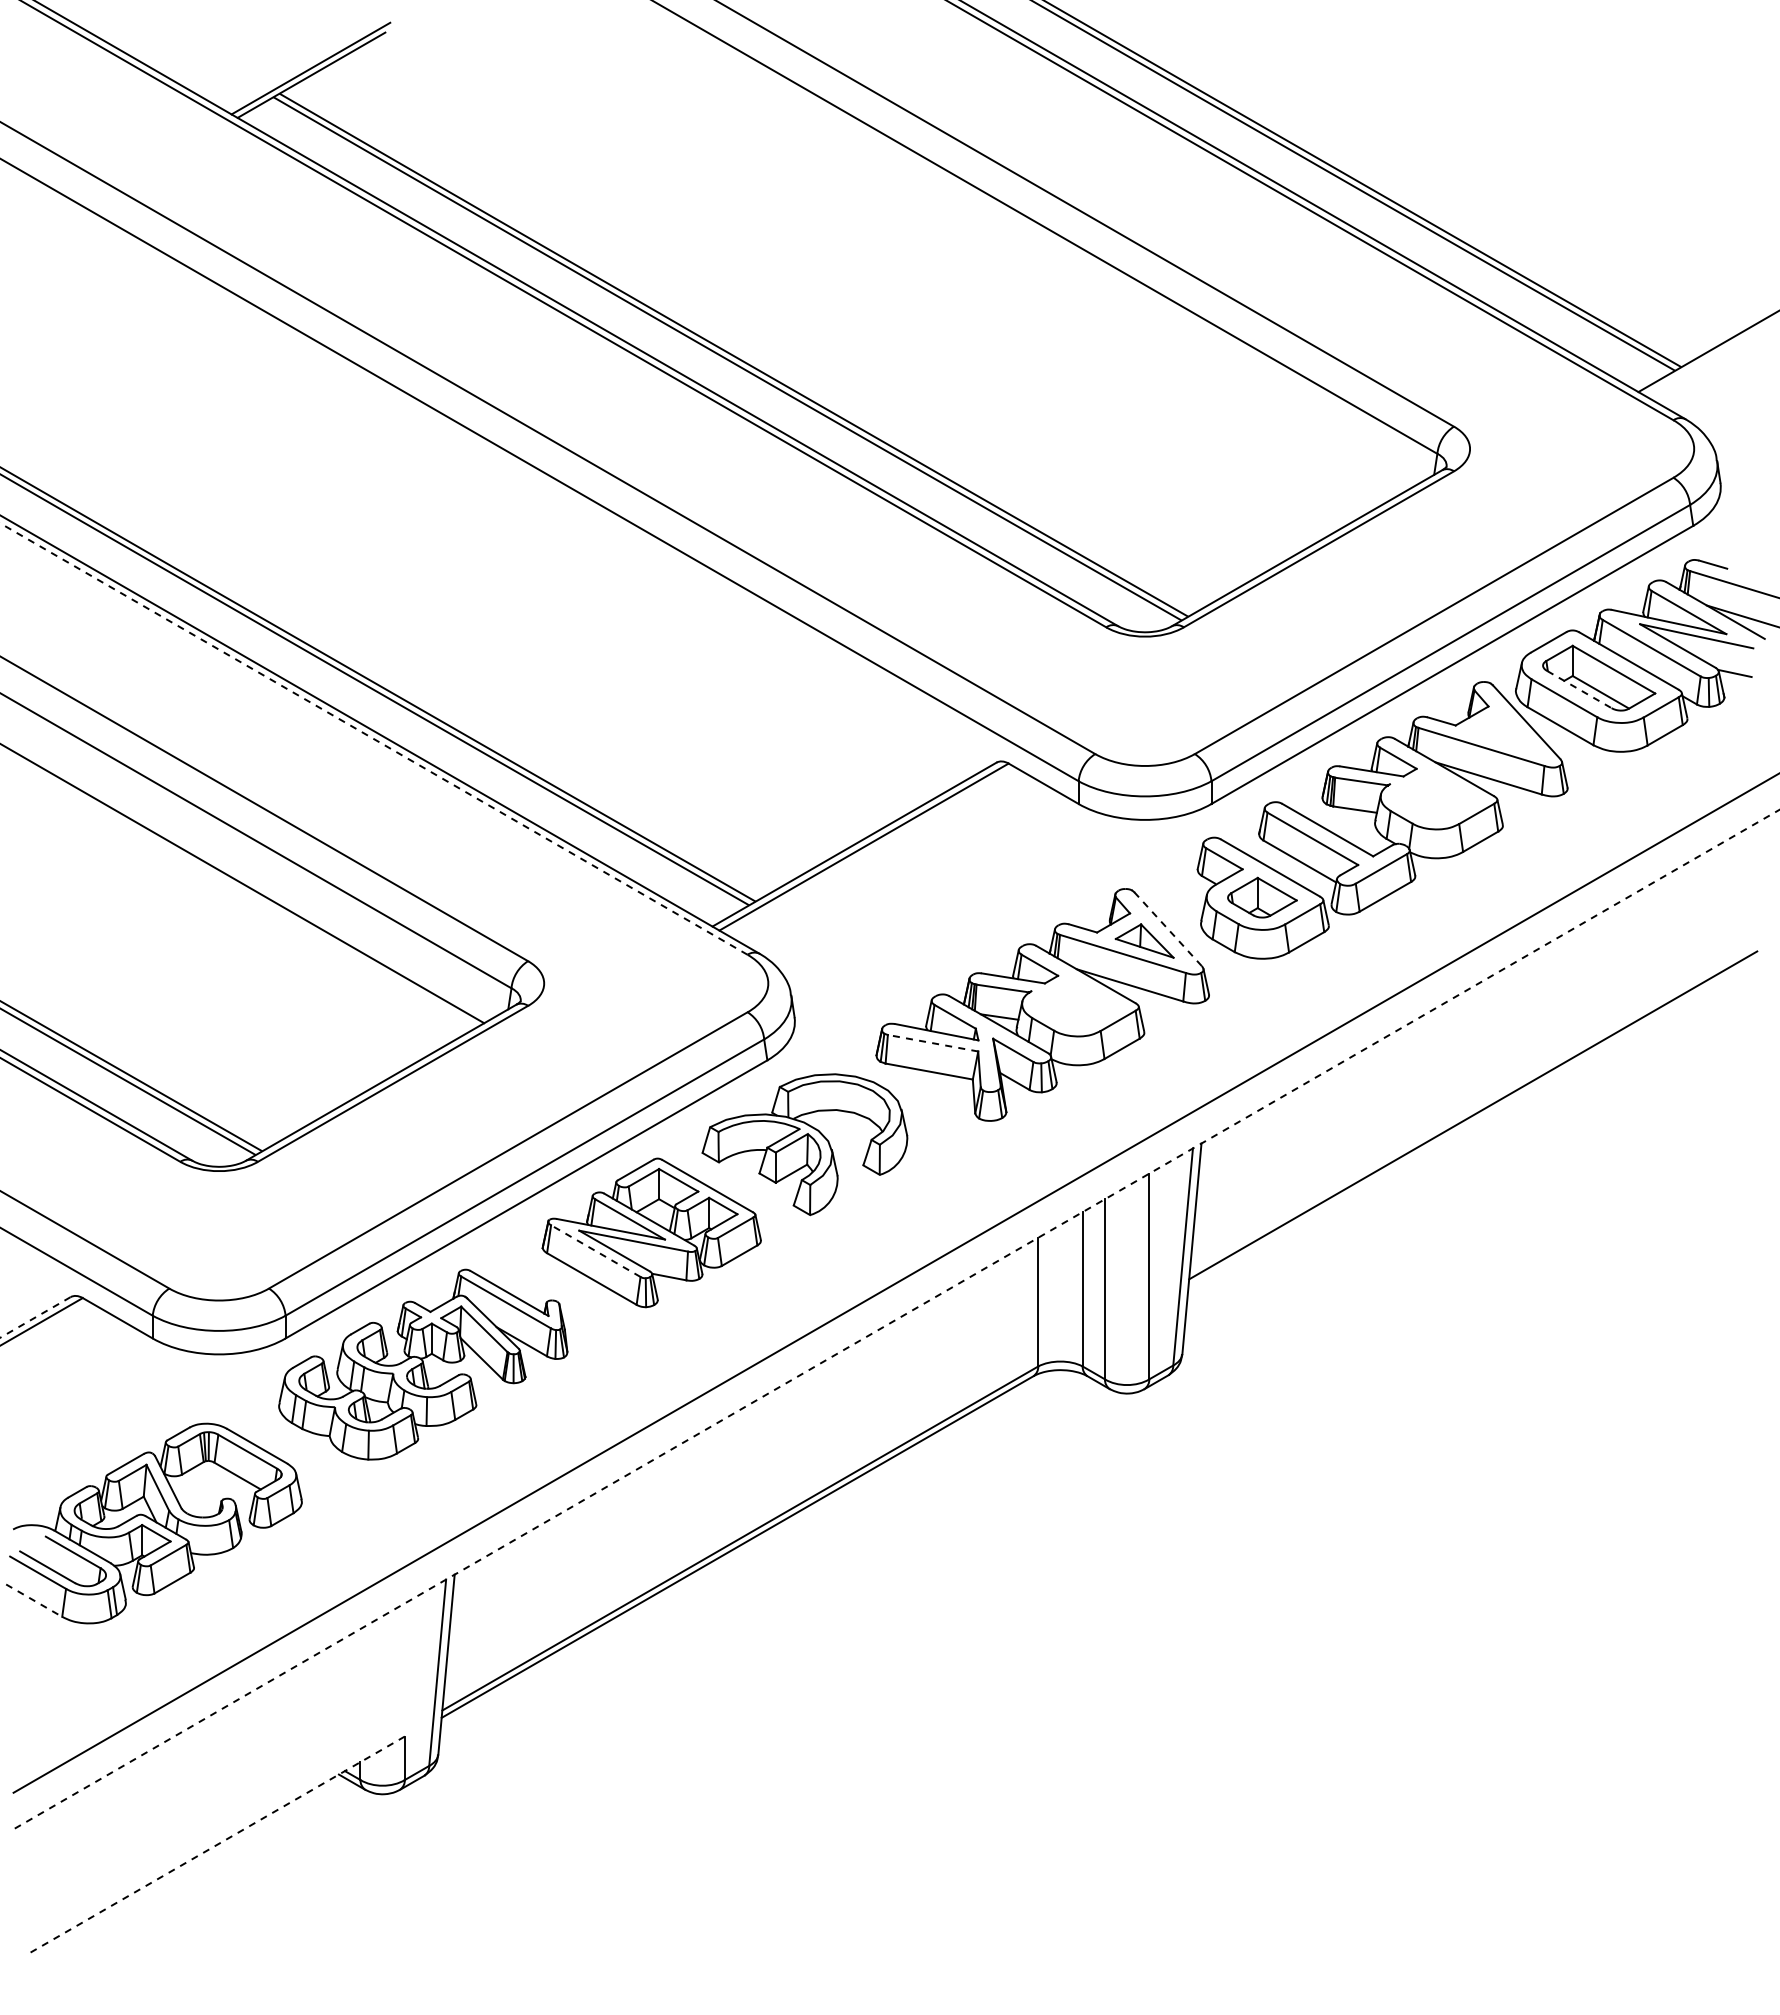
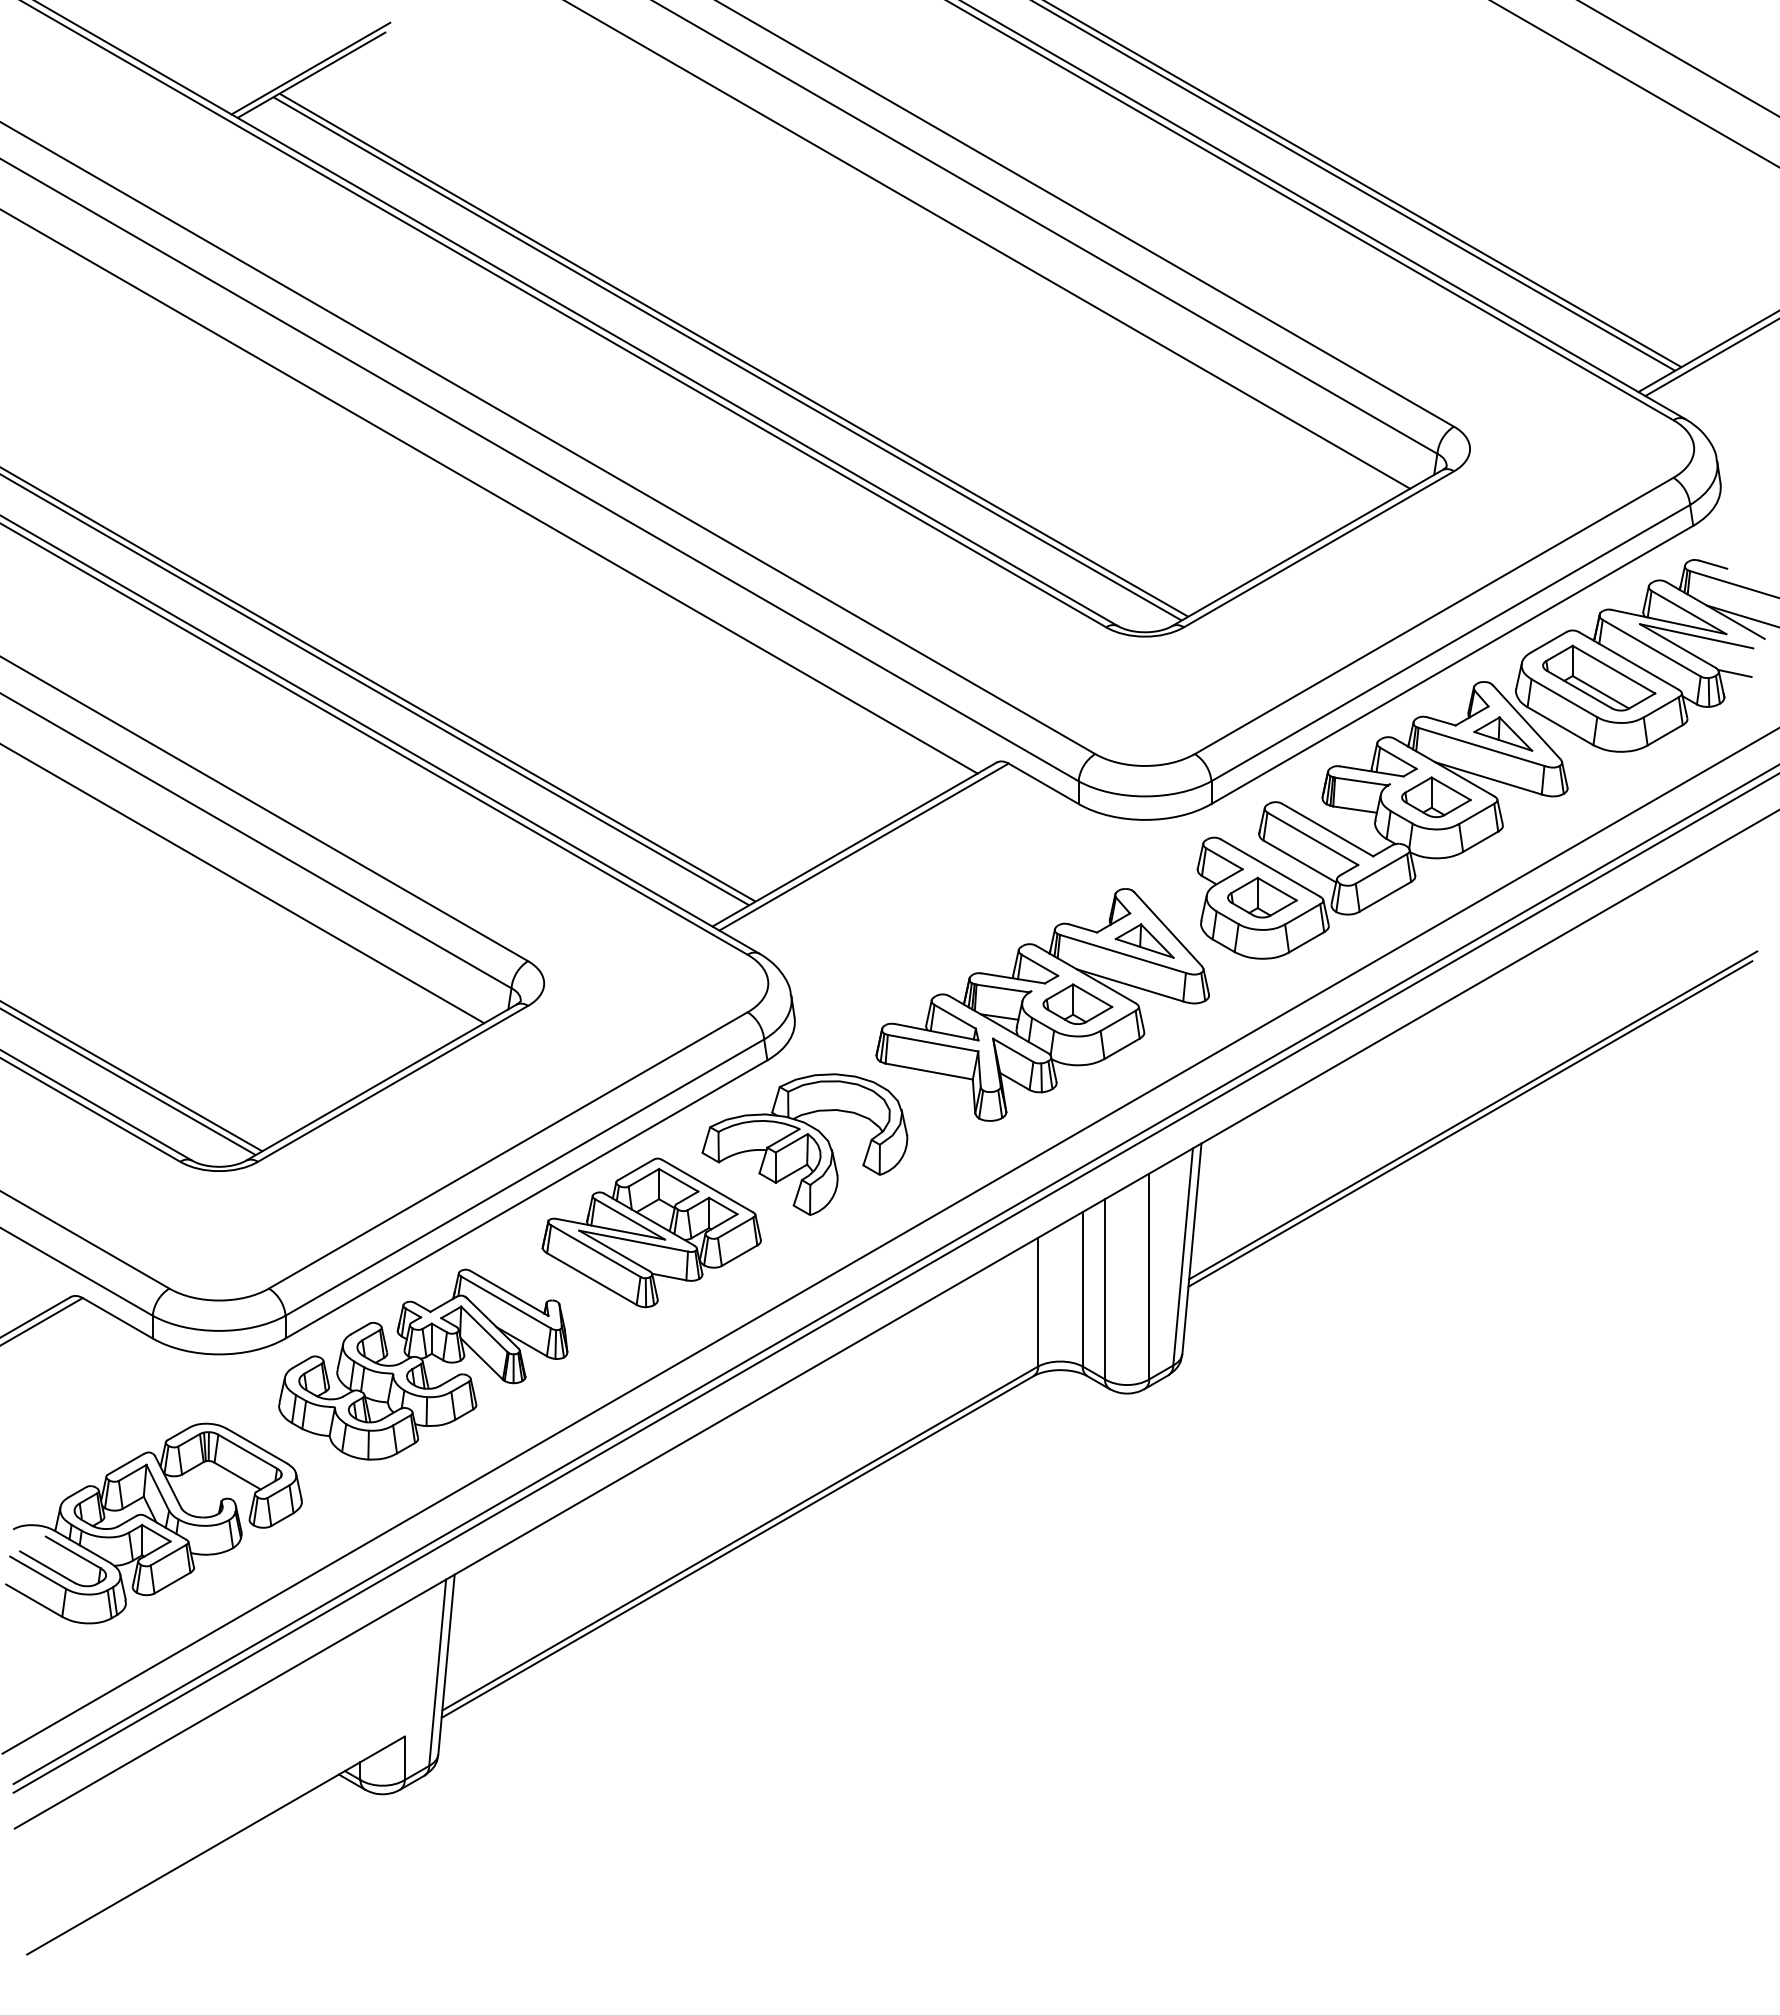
line at (1678, 58): none -> present
line at (1634, 83): none -> present
line at (988, 245): none -> present
line at (1710, 358): none -> present
line at (489, 491): none -> present
line at (1579, 689): dashed -> solid
part at (1503, 733): none -> present
line at (373, 738): dashed -> solid
part at (1436, 796): none -> present
line at (1168, 929): dashed -> solid
part at (1077, 1003): none -> present
line at (933, 1043): dashed -> solid
line at (1470, 1123): none -> present
line at (889, 1241): none -> present
line at (595, 1251): dashed -> solid
line at (894, 1275): none -> present
line at (35, 1317): dashed -> solid
line at (897, 1319): dashed -> solid
line at (34, 1600): dashed -> solid
line at (215, 1845): dashed -> solid
